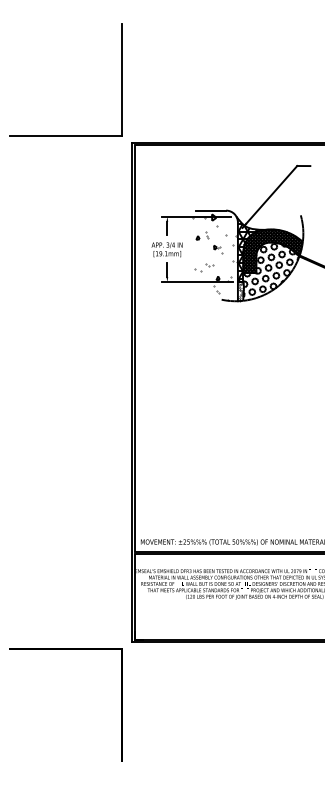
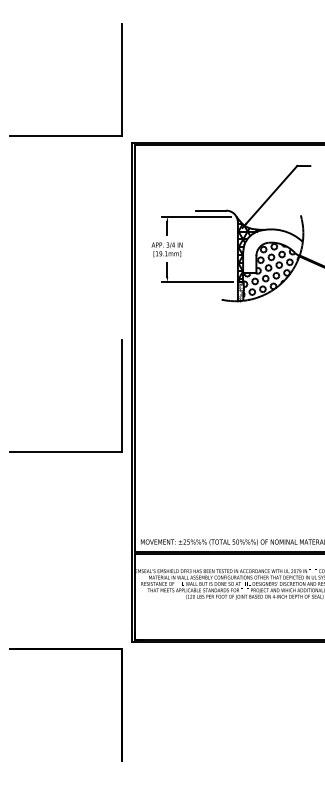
hatch at (272, 251): present -> none
hatch at (214, 257): present -> none
part at (121, 395): none -> present
